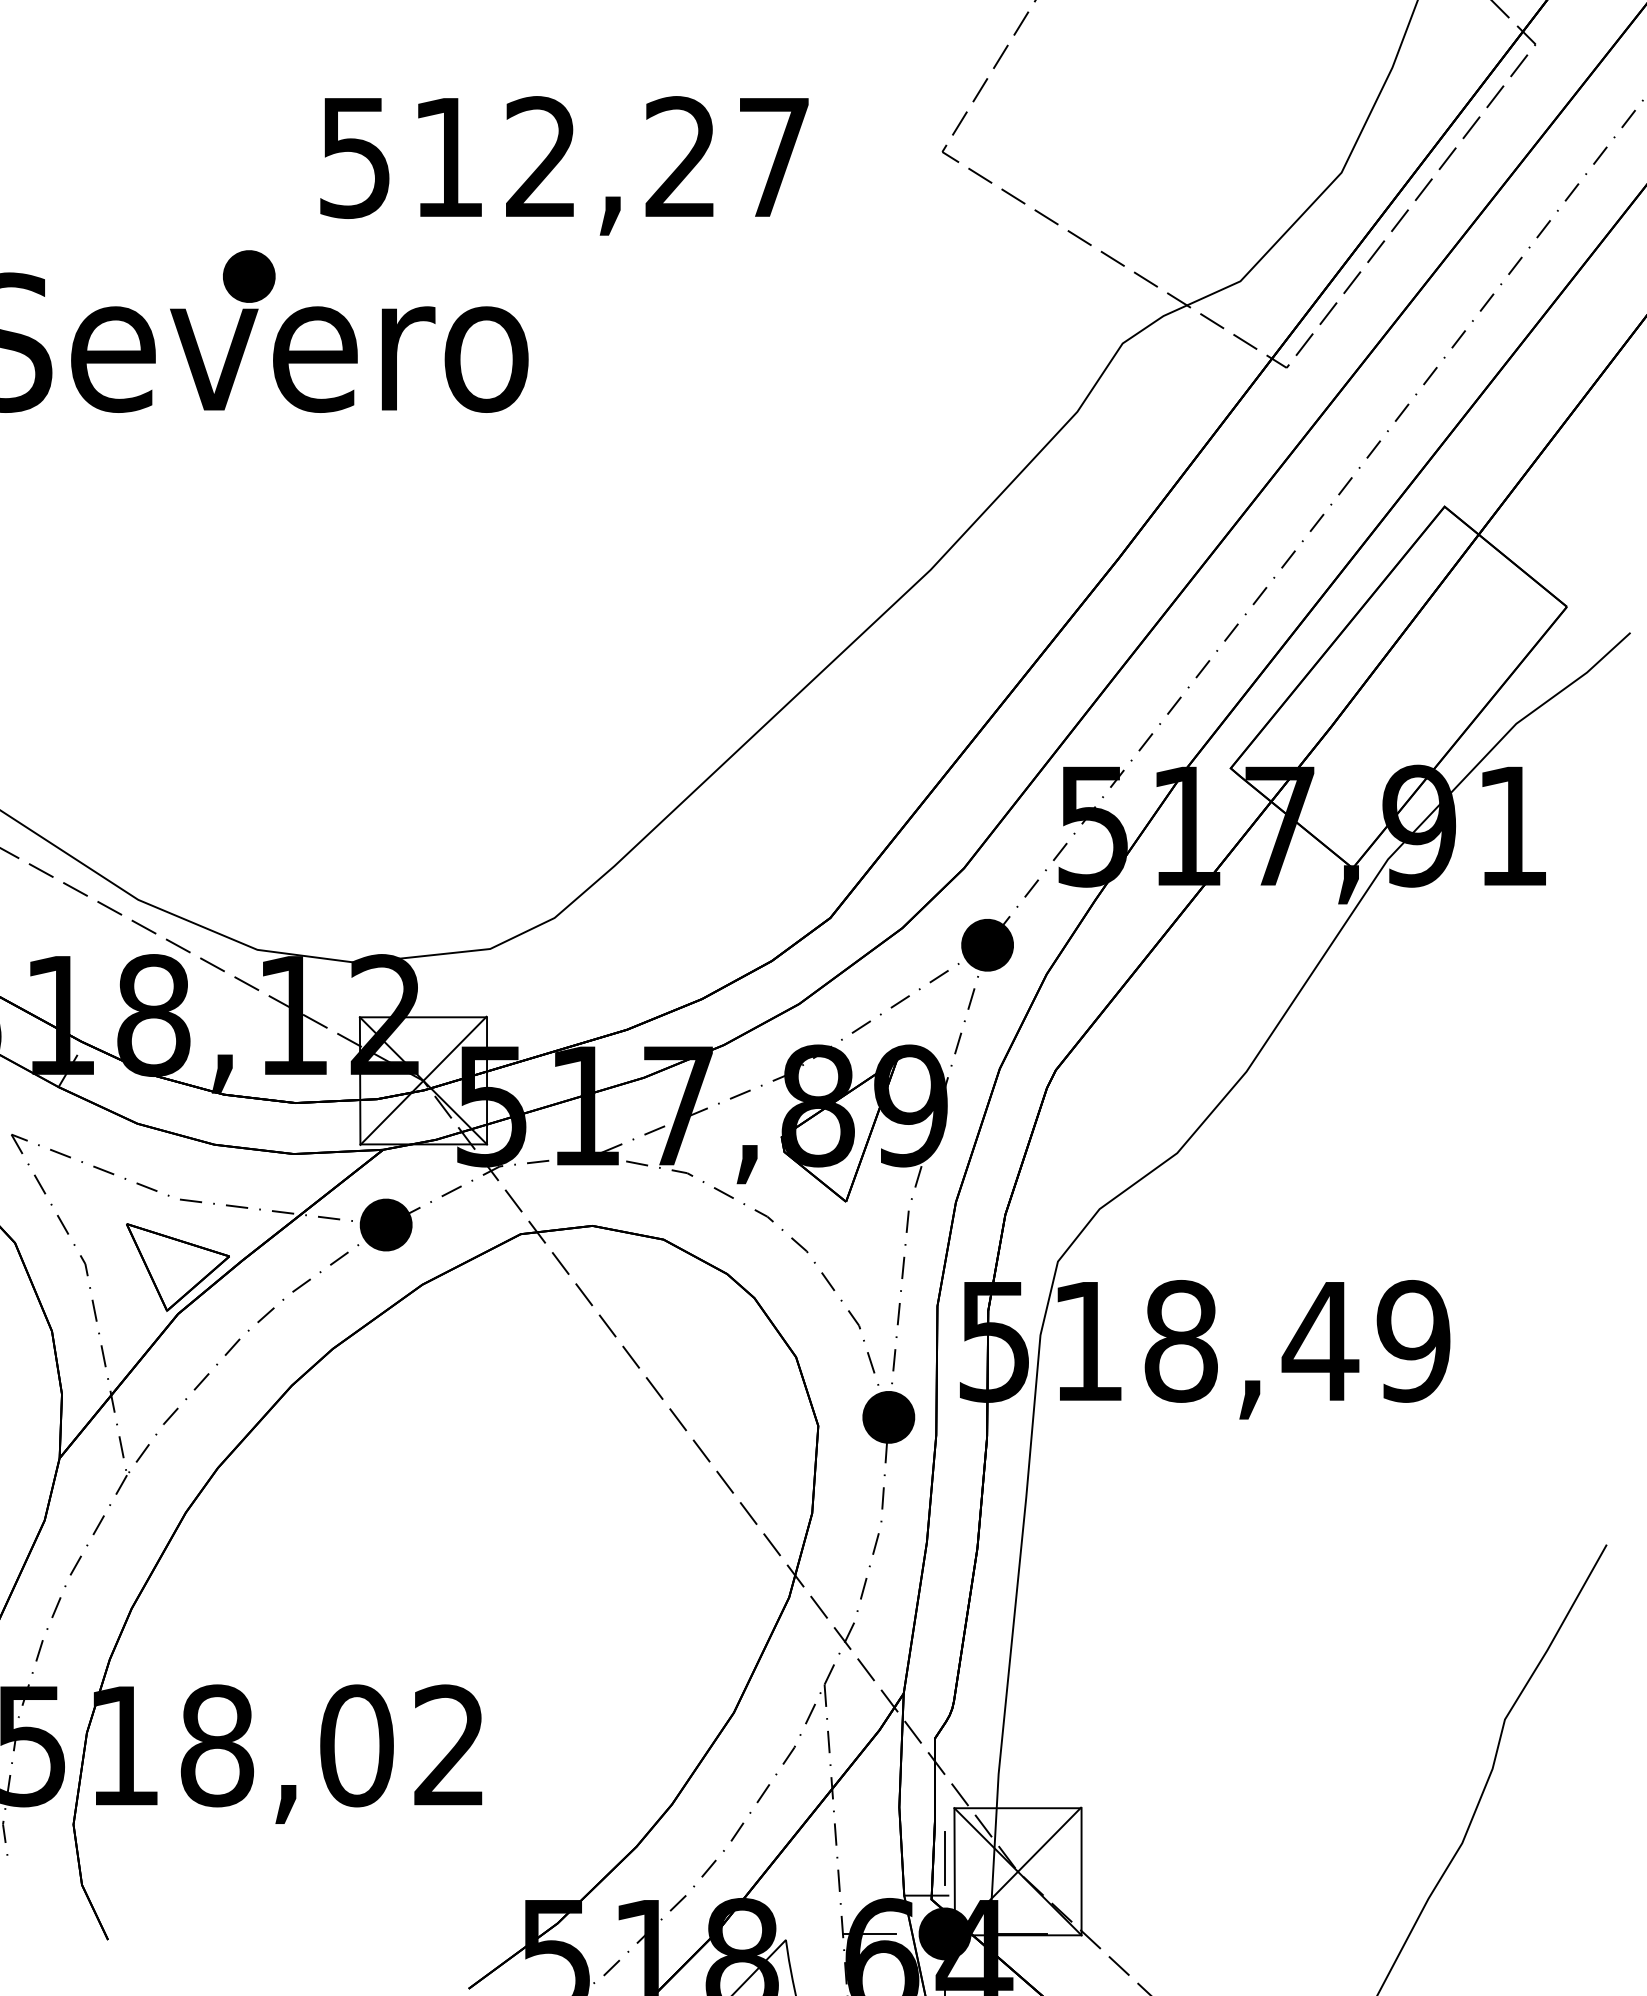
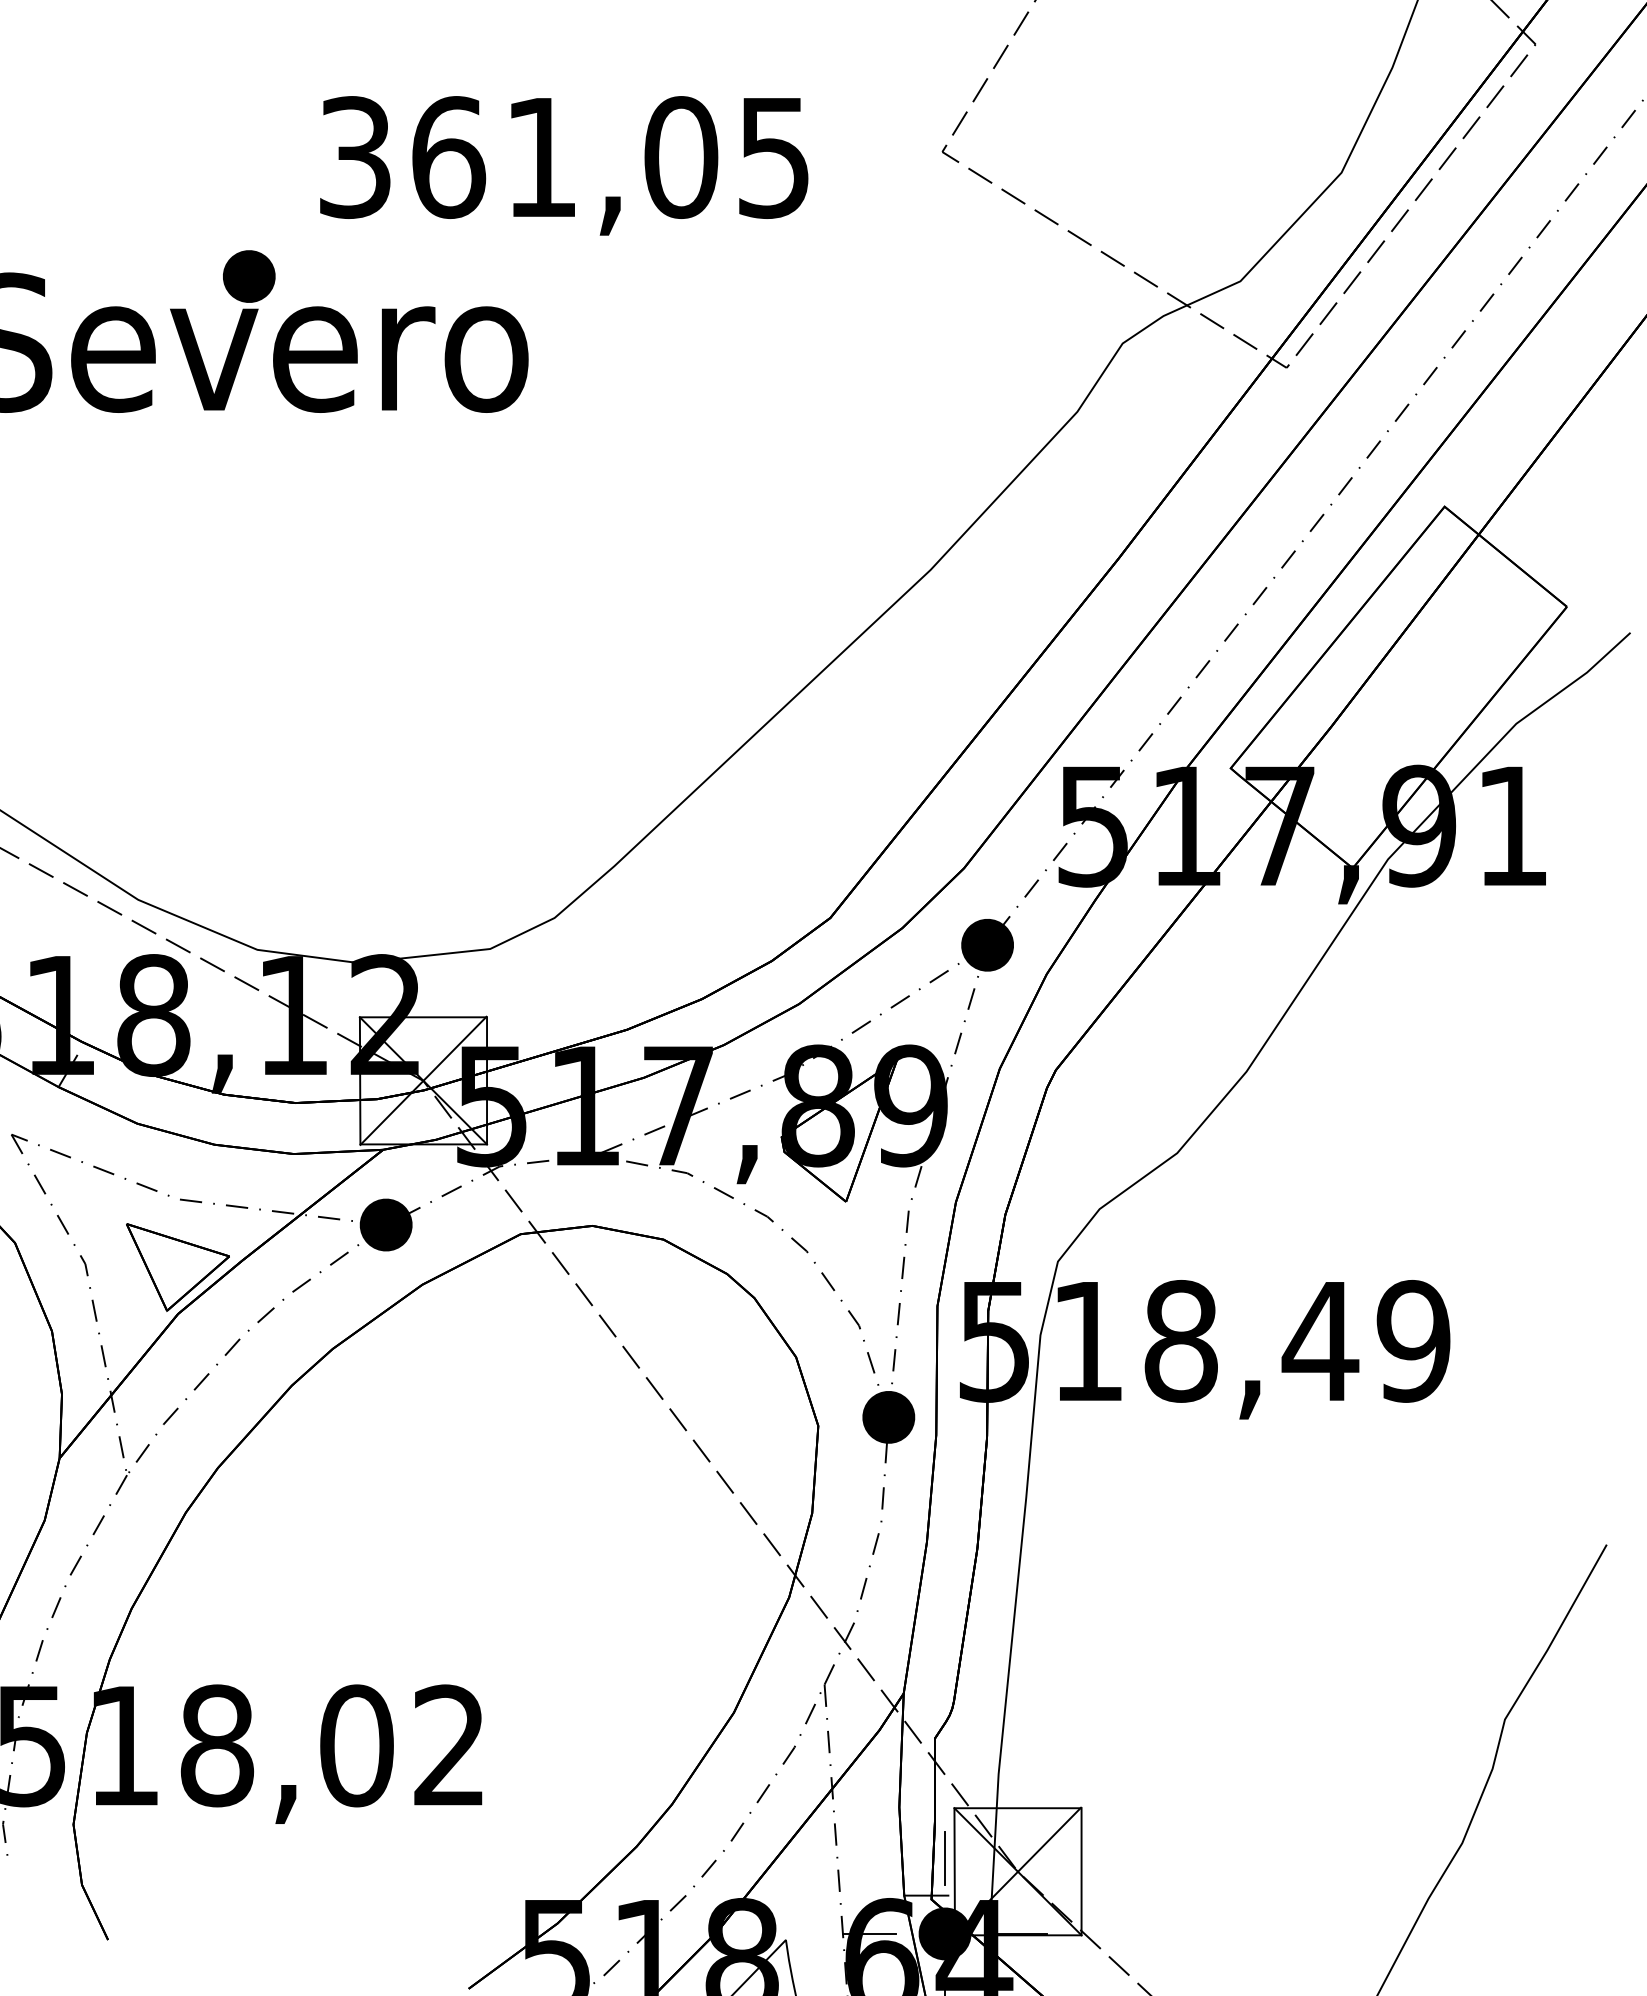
text at (564, 157): 512,27 -> 361,05
